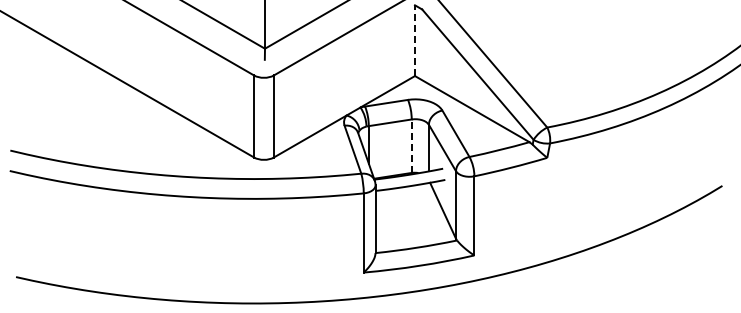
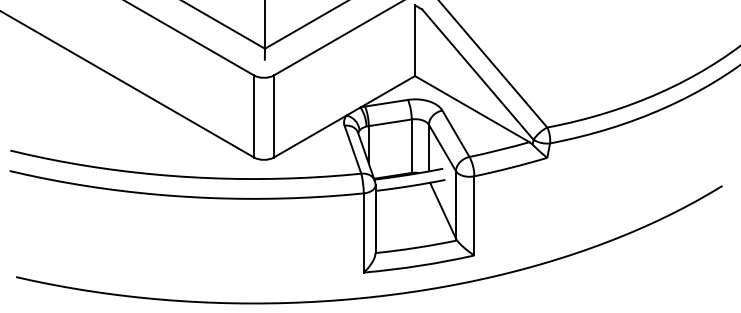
line at (414, 40): dashed -> solid
line at (411, 146): dashed -> solid
